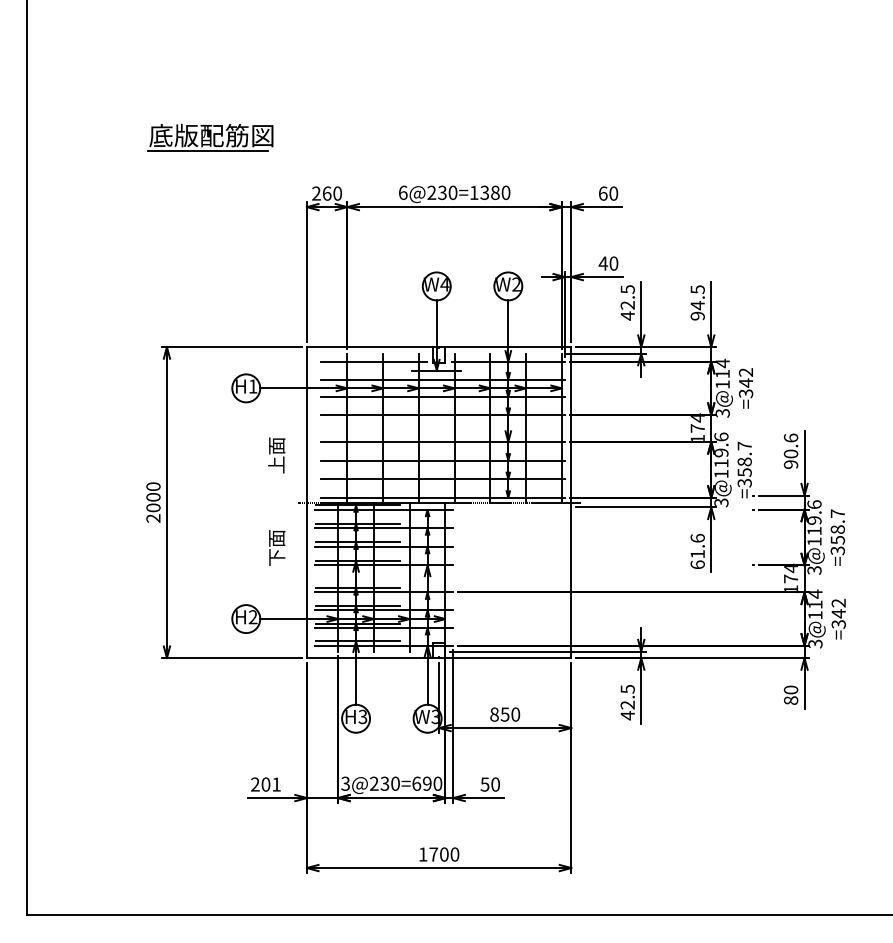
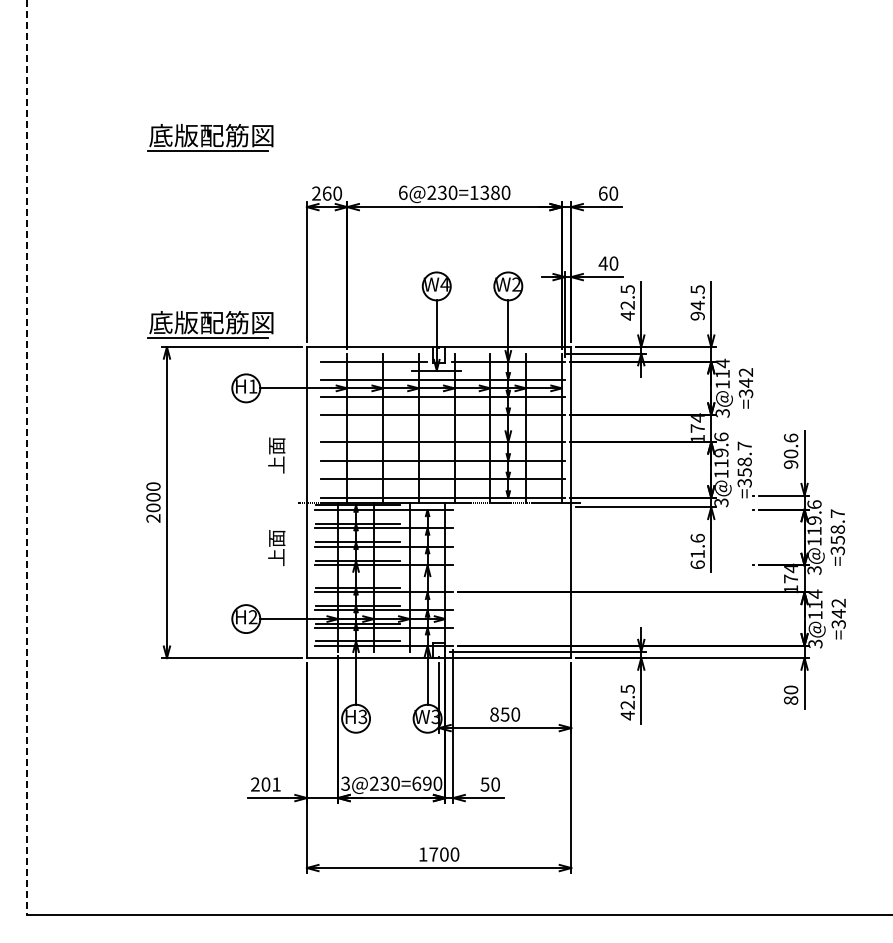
part at (210, 324): none -> present
line at (27, 457): solid -> dashed
text at (276, 557): 下面 -> 上面
